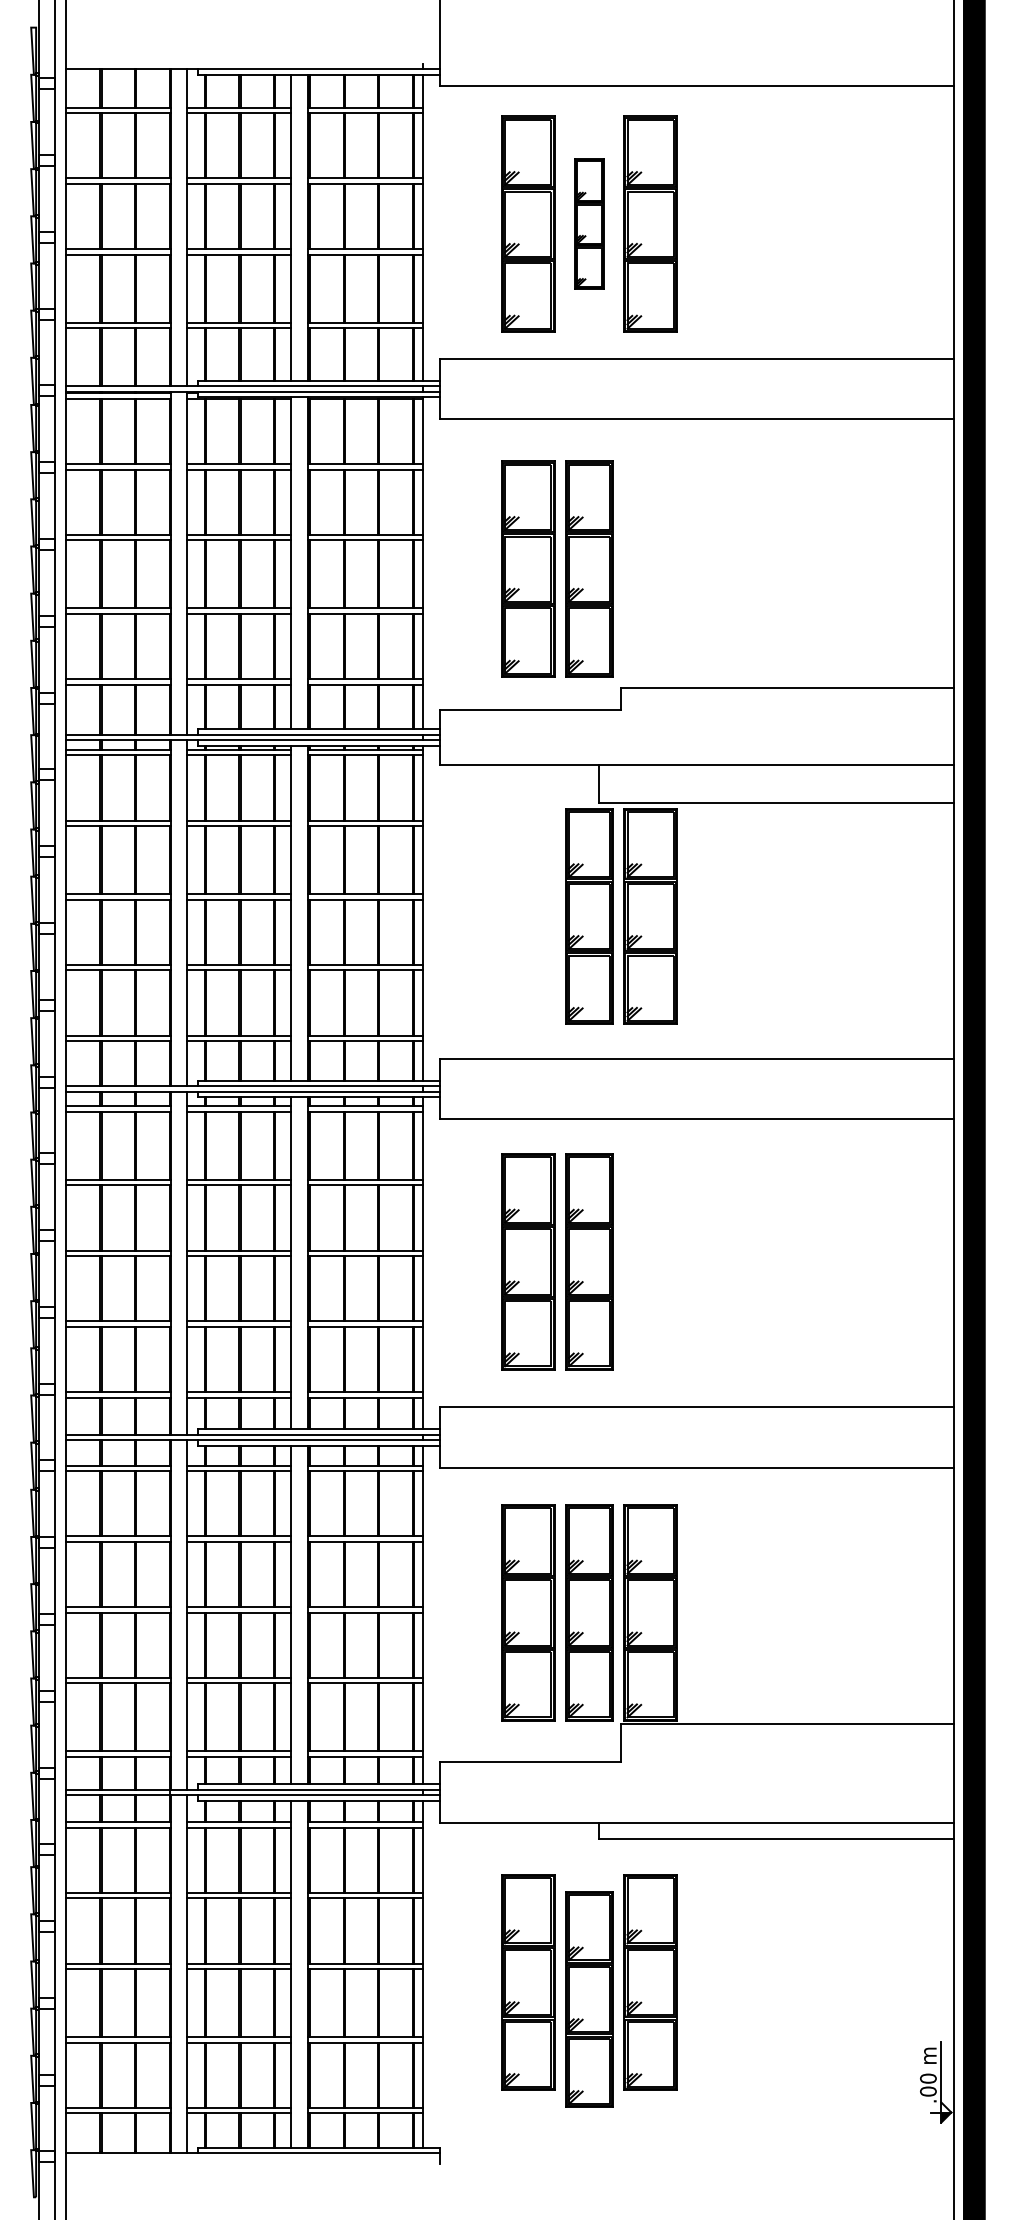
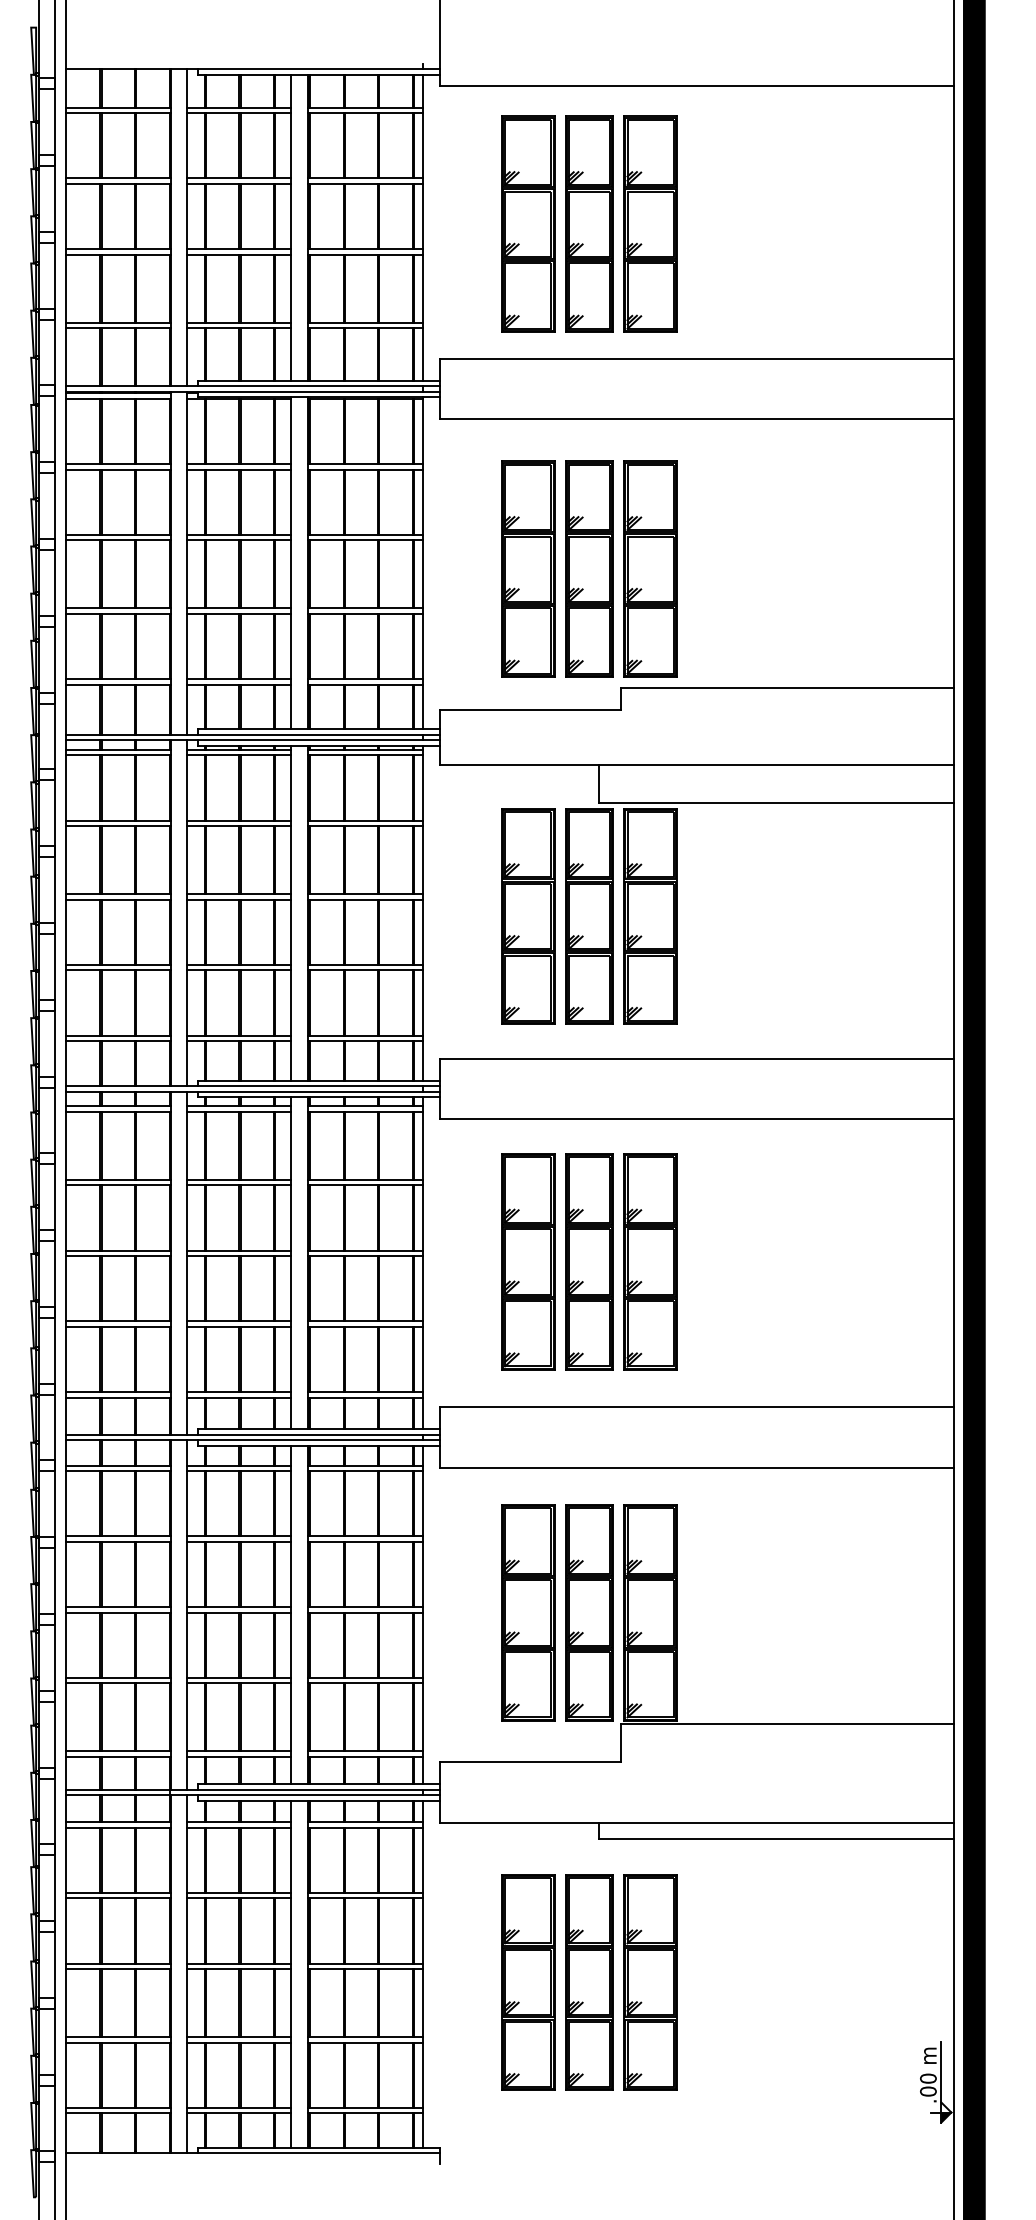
part at (589, 223) size: 31x132 px -> 49x218 px
part at (650, 568): none -> present
part at (528, 916): none -> present
part at (650, 1261): none -> present
part at (589, 1999) position: (589, 1999) -> (589, 1982)
